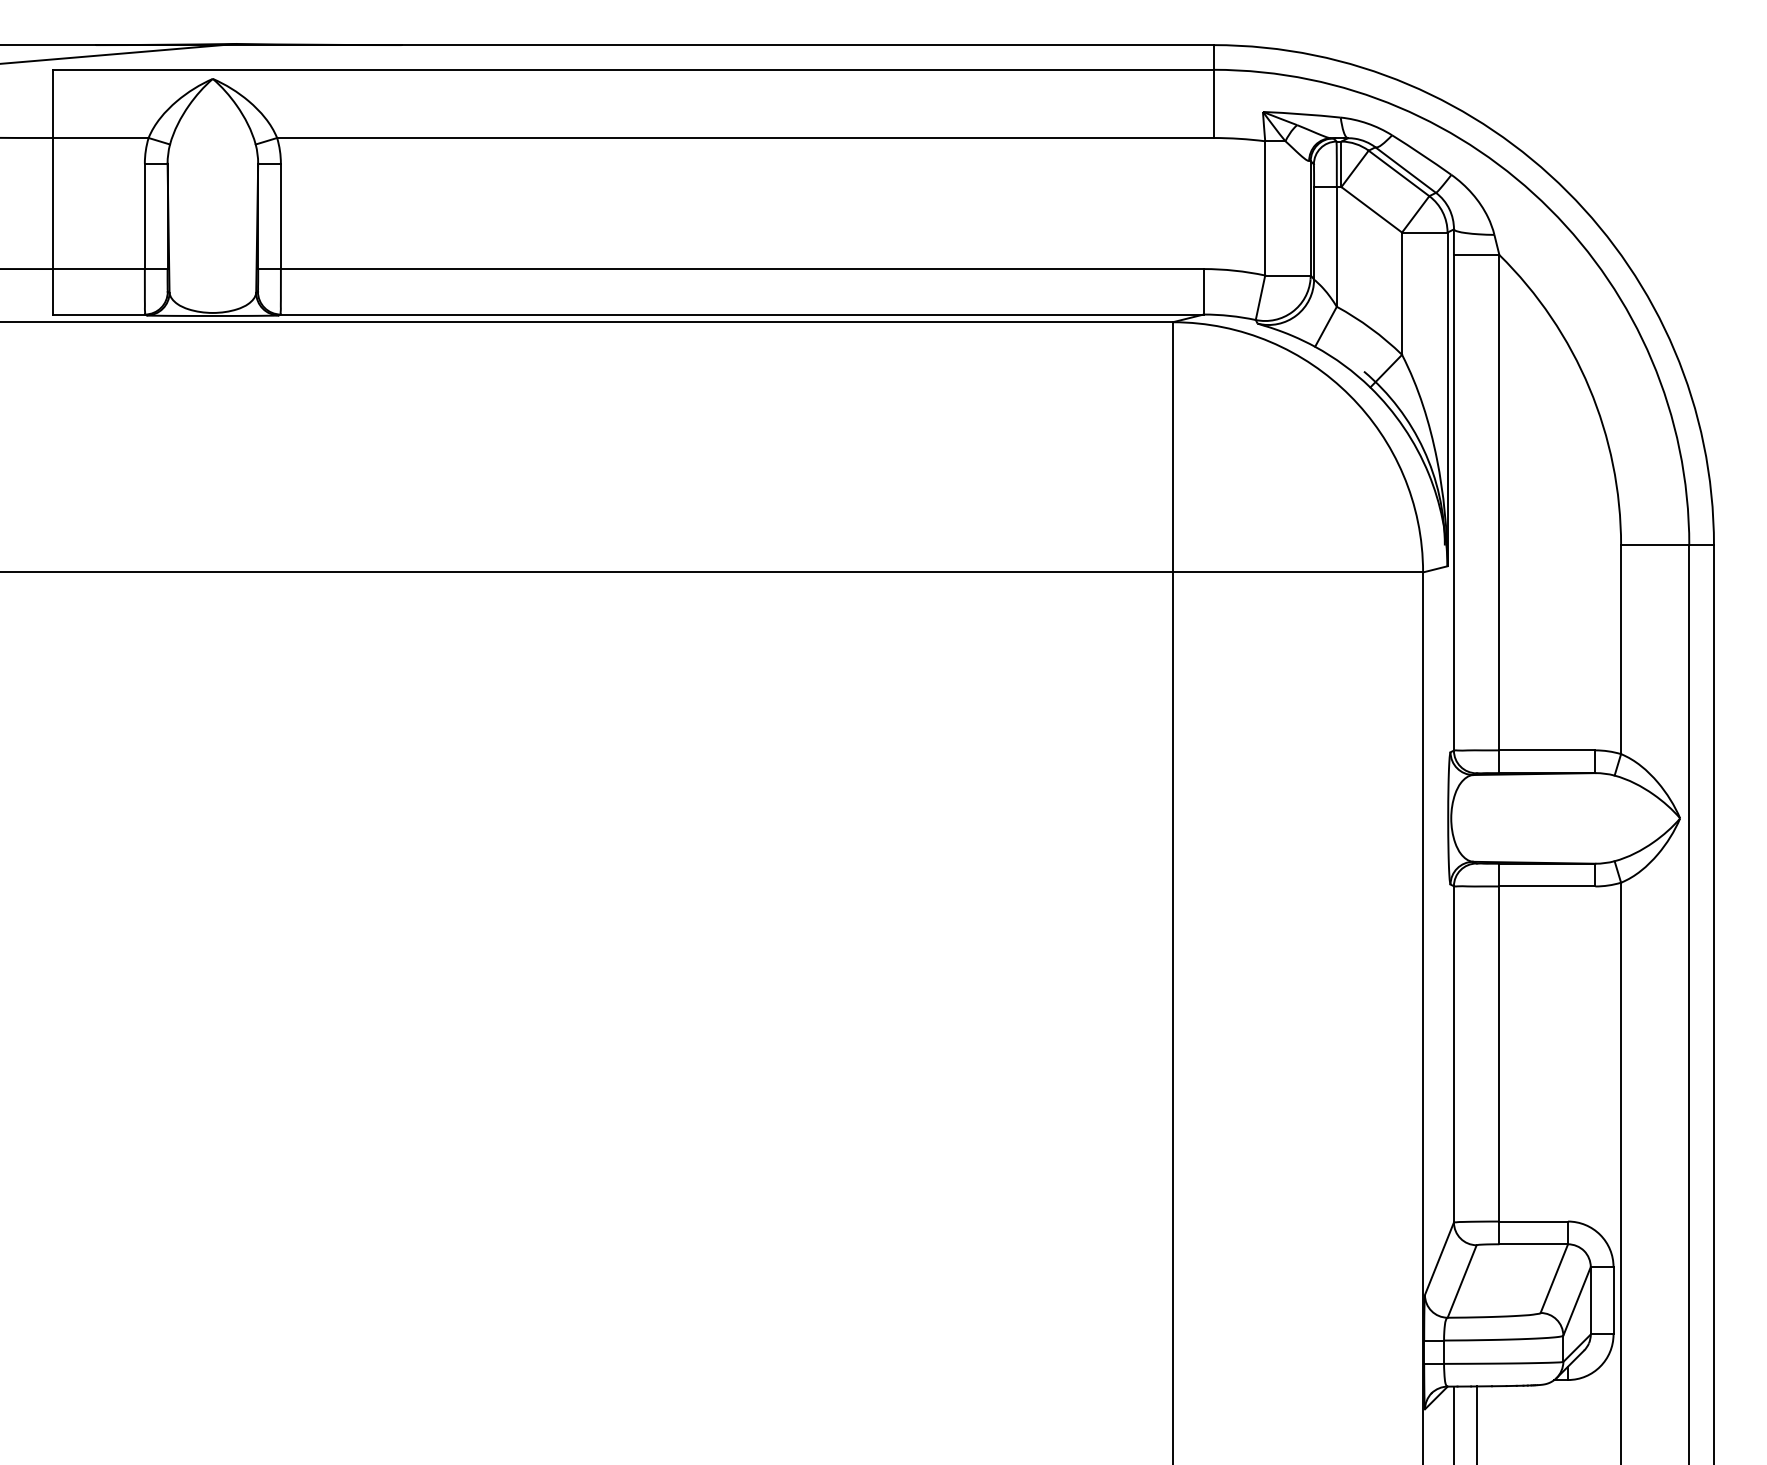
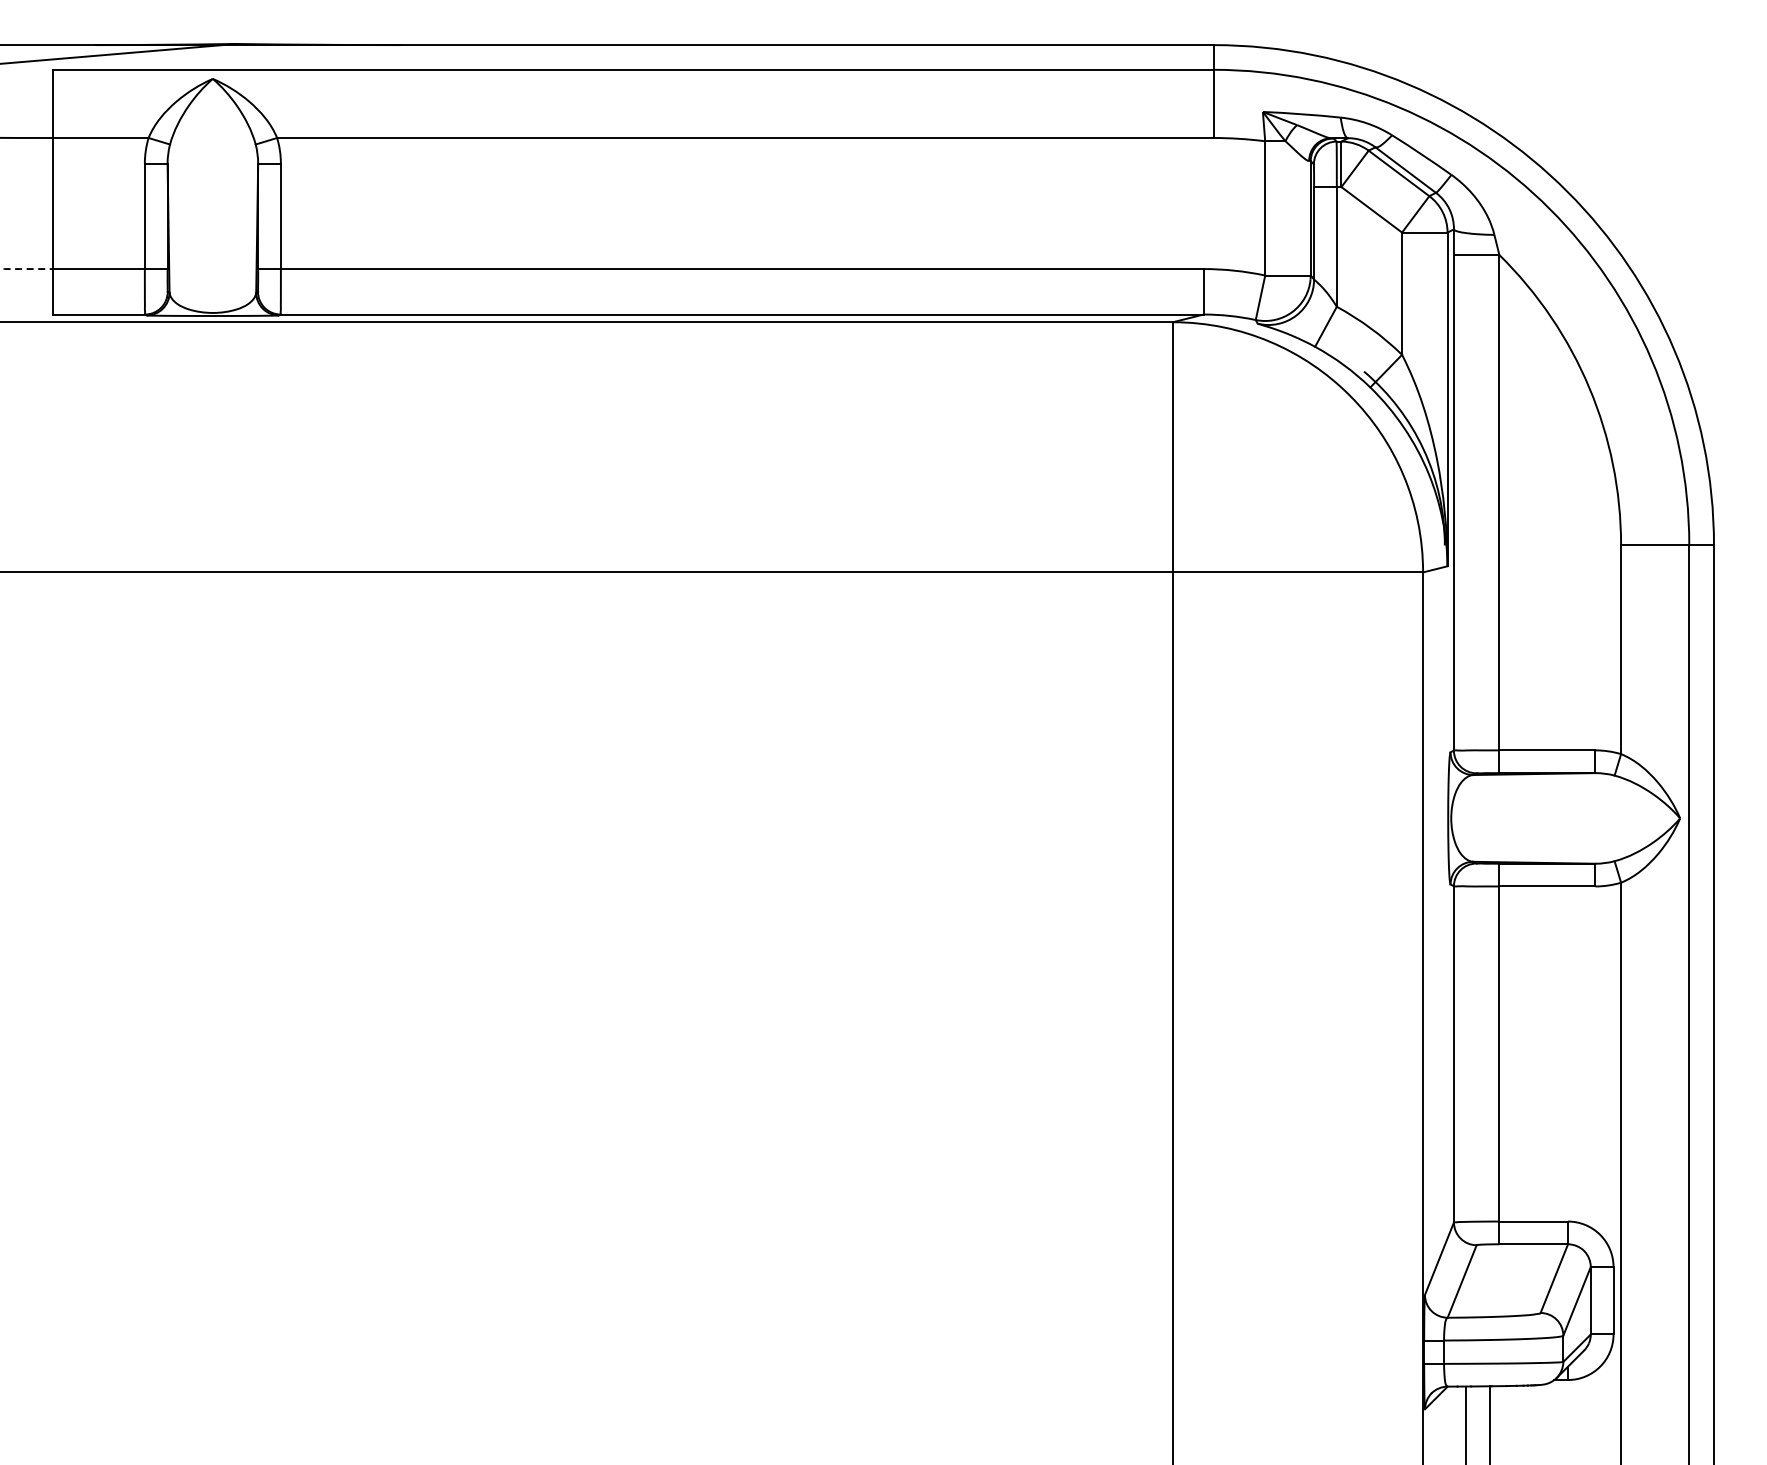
arc at (27, 269): solid -> dashed
line at (1454, 1423) position: (1454, 1423) -> (1466, 1423)
line at (1477, 1423) position: (1477, 1423) -> (1490, 1423)
